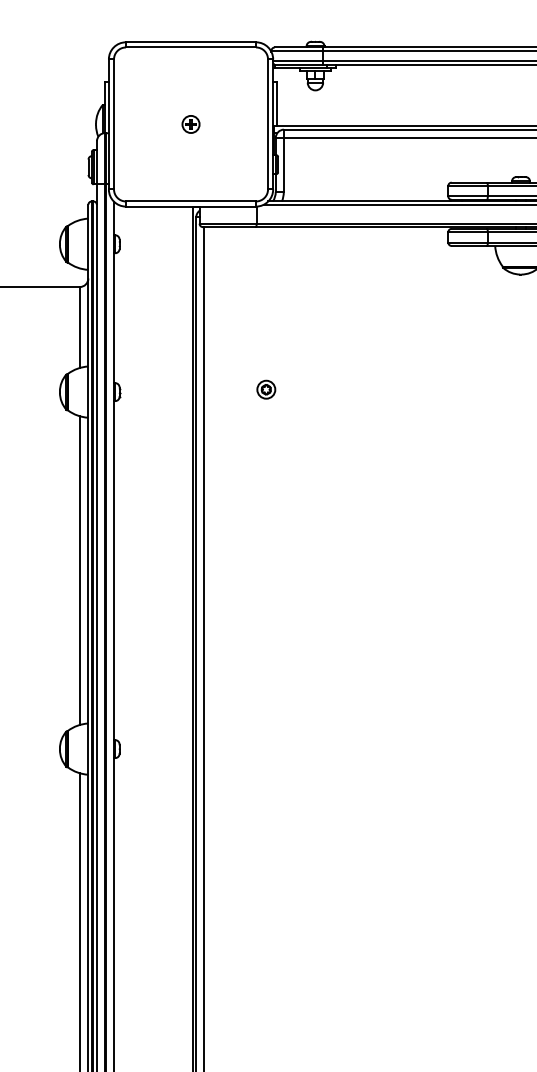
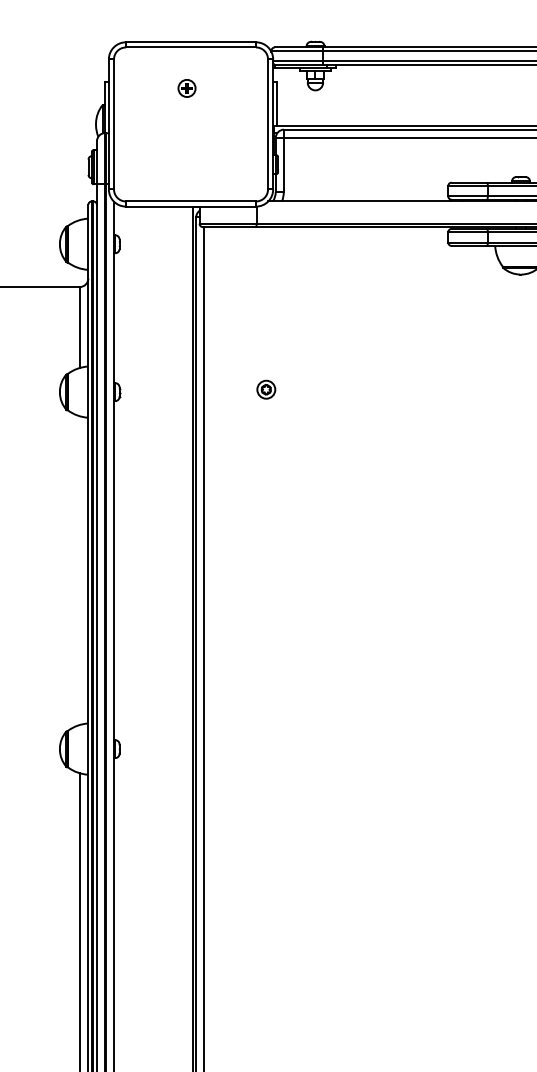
part at (190, 124) position: (190, 124) -> (186, 88)
line at (398, 204): present -> none
line at (79, 570): present -> none
